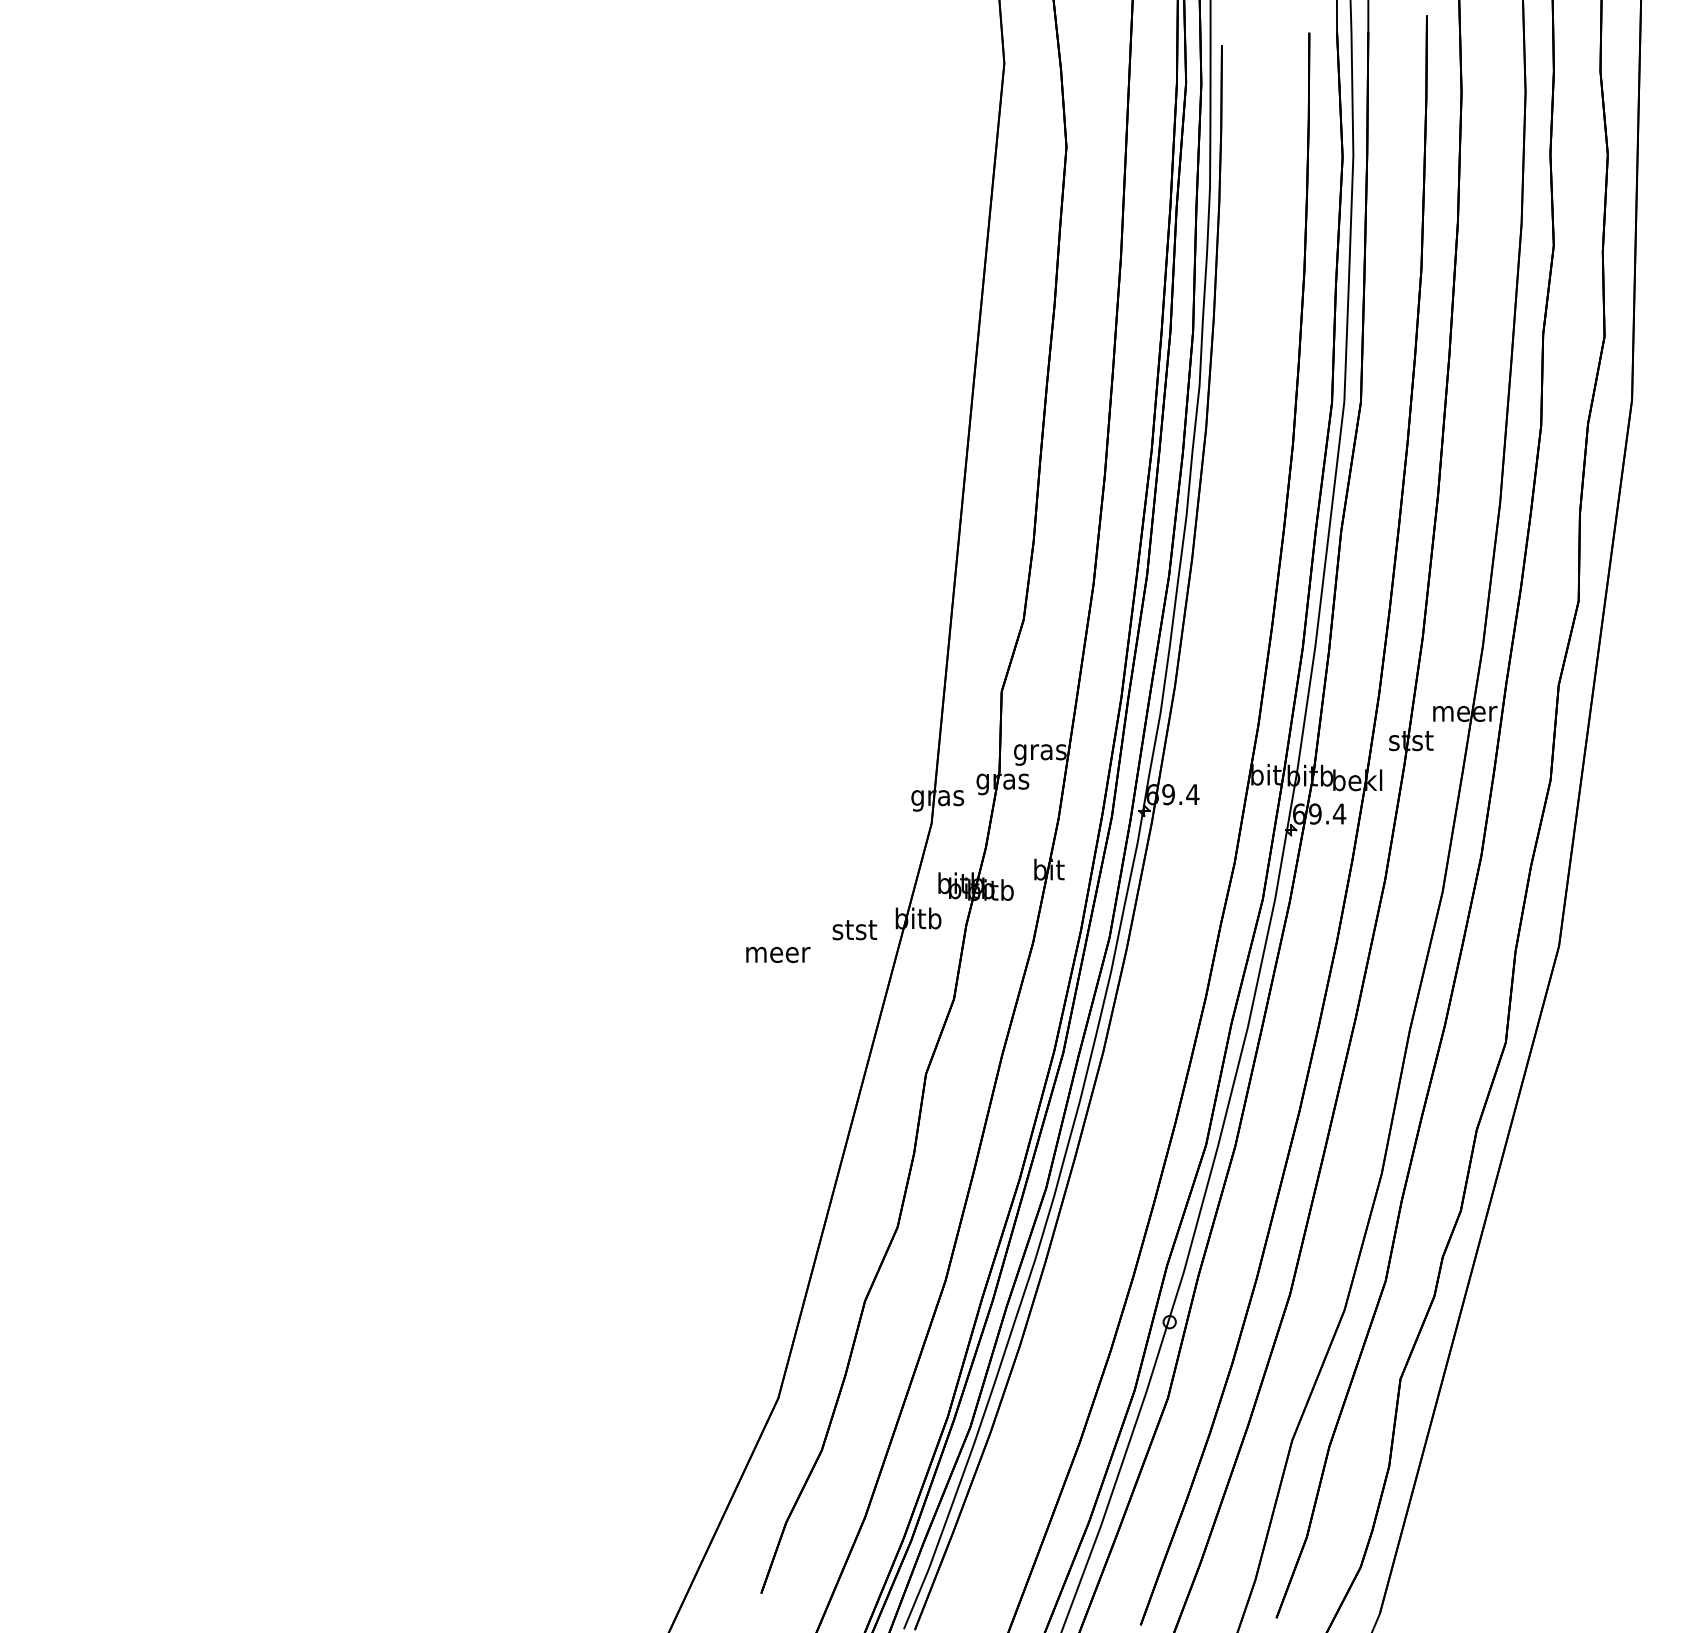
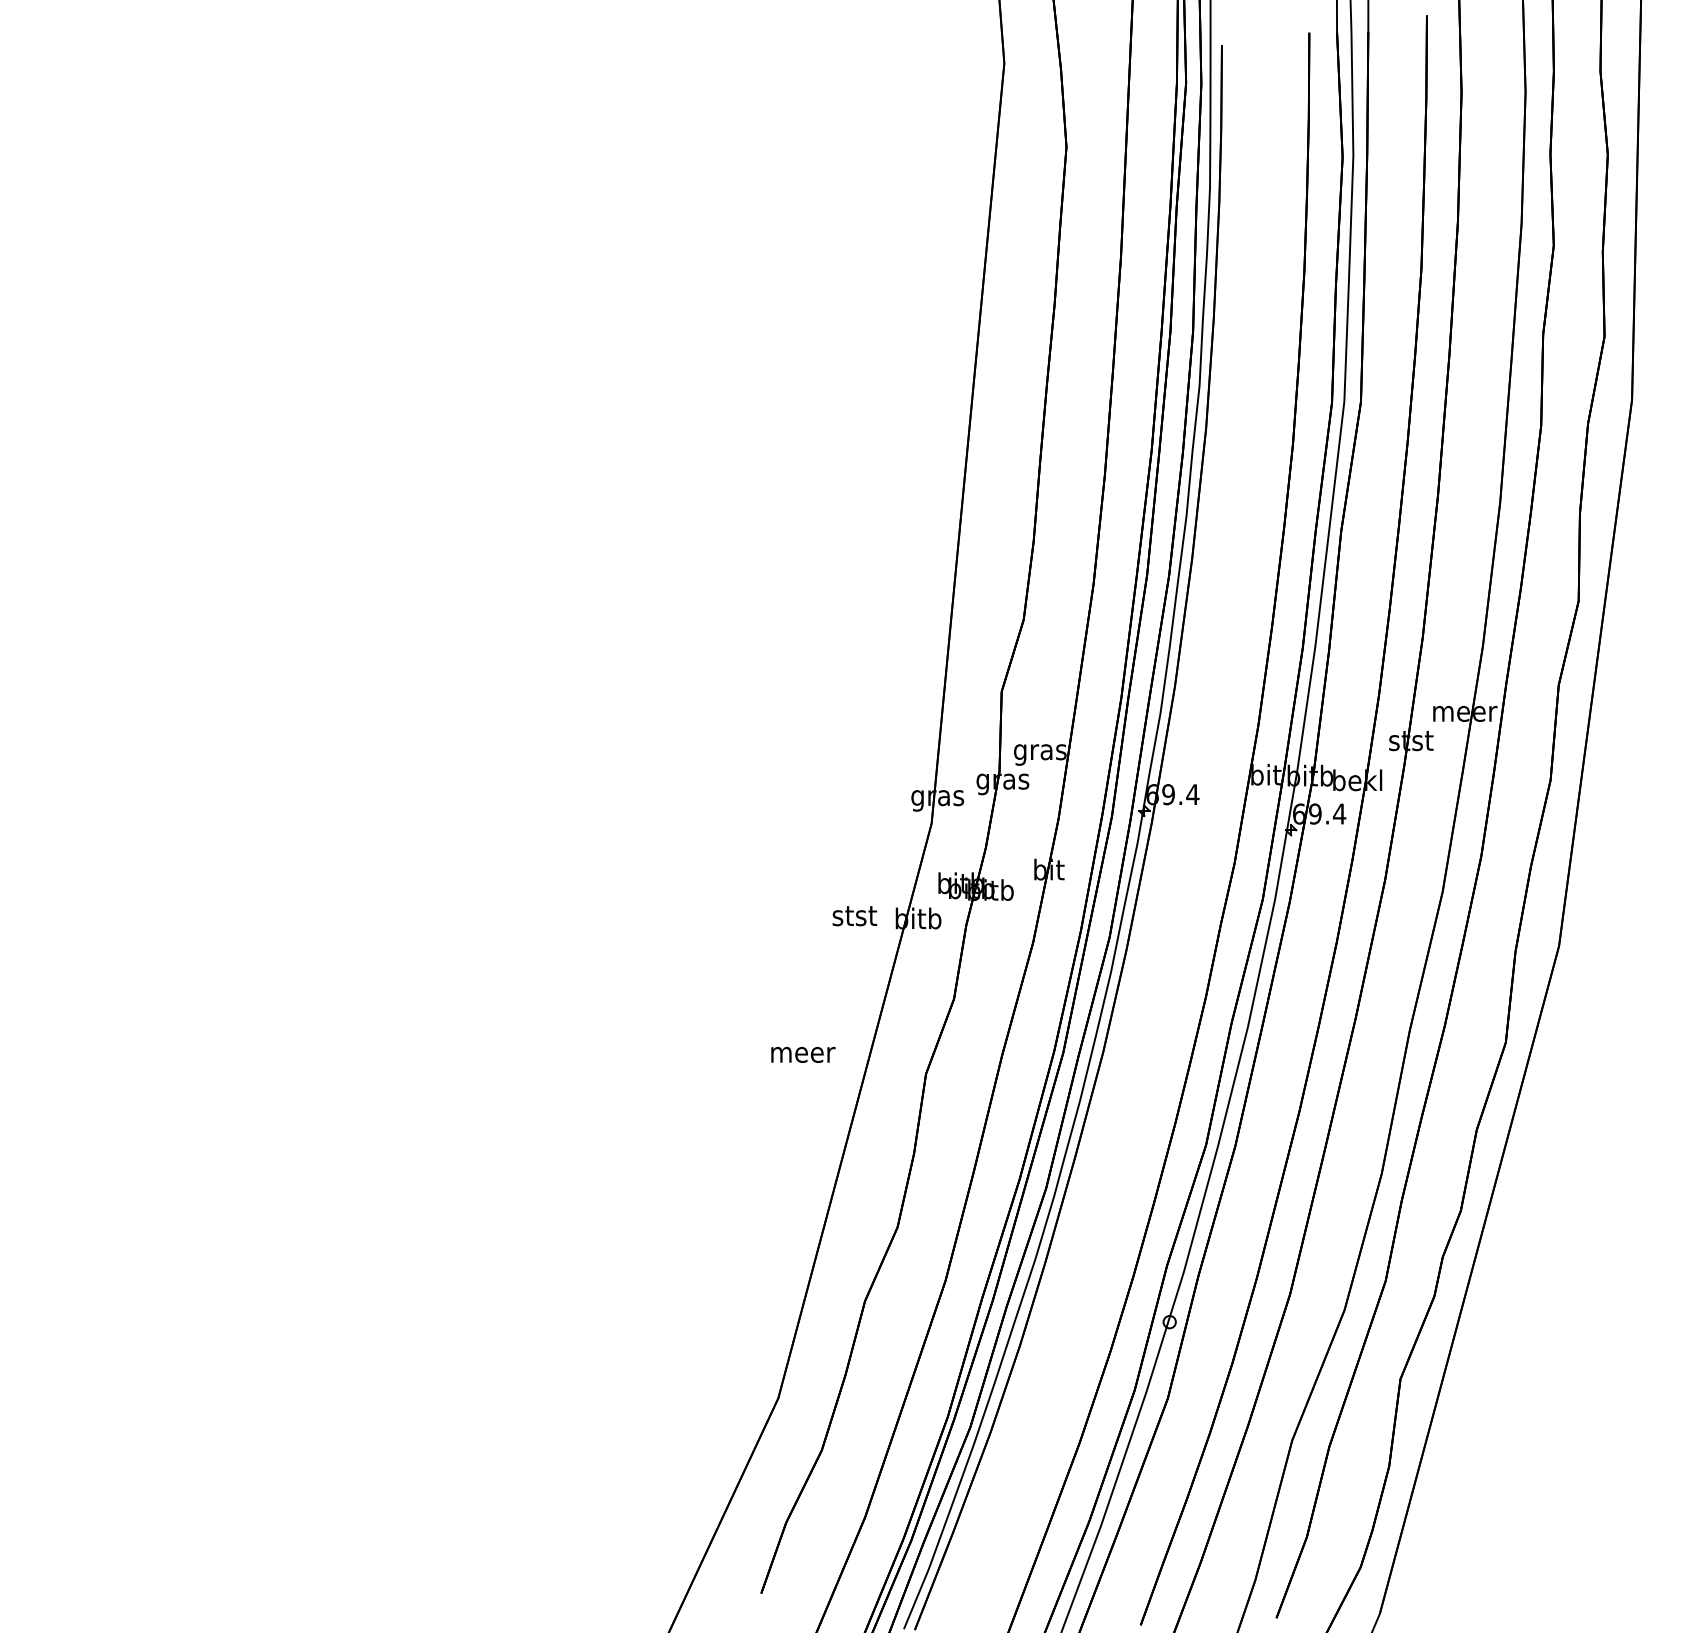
text at (854, 930) position: (854, 930) -> (854, 916)
text at (778, 954) position: (778, 954) -> (803, 1054)
